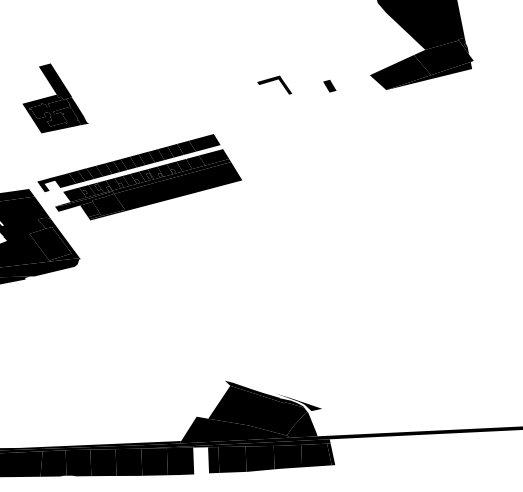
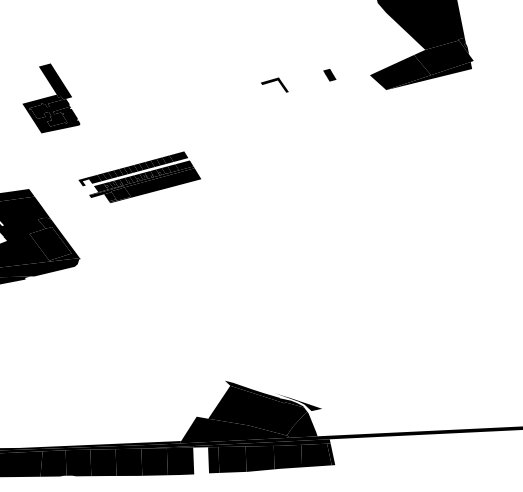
part at (274, 84) size: 36x20 px -> 28x16 px
part at (329, 86) position: (329, 86) -> (329, 75)
fill at (77, 111): present -> none
part at (139, 177) size: 206x87 px -> 123x53 px
